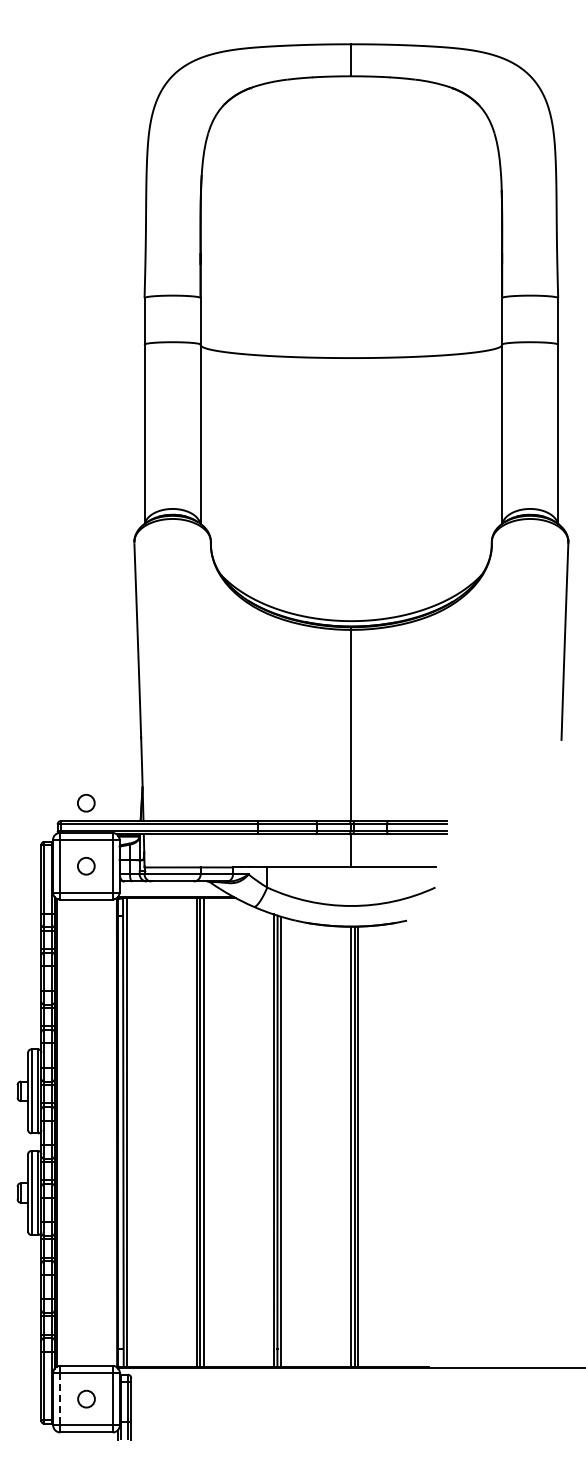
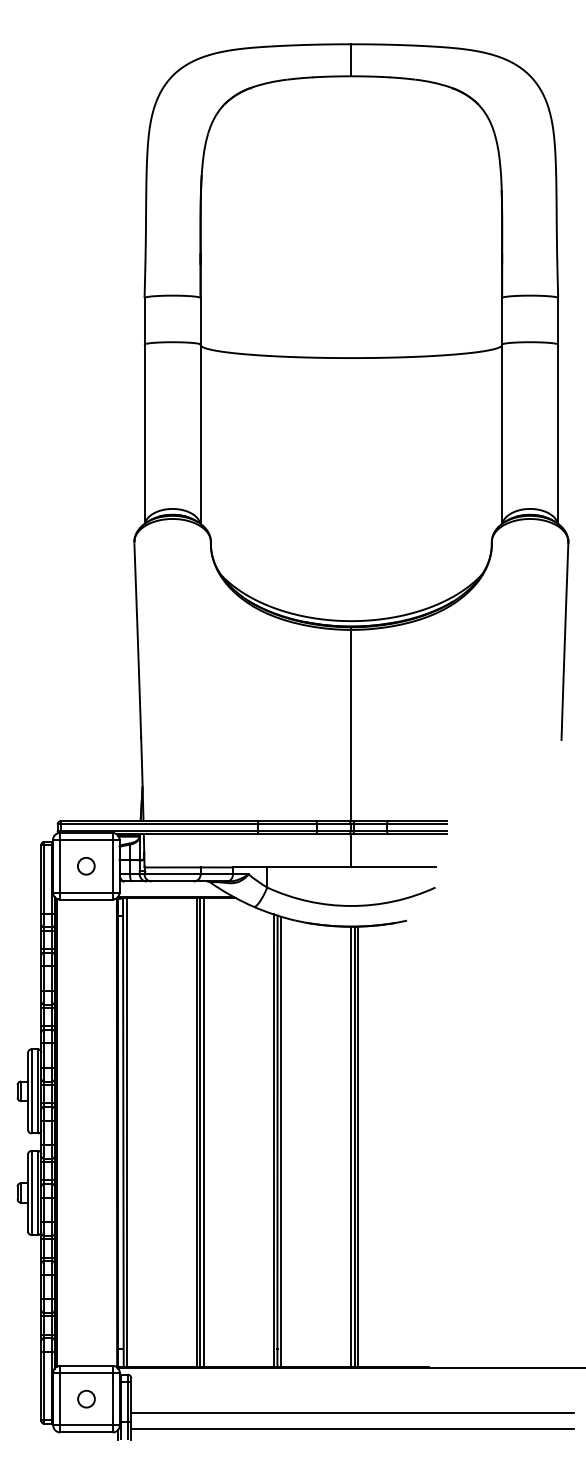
circle at (86, 803): present -> none
line at (60, 1399): dashed -> solid
line at (352, 1413): none -> present
line at (352, 1428): none -> present
